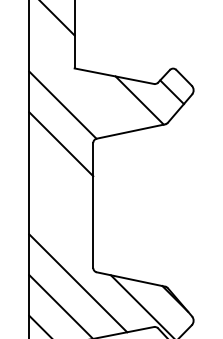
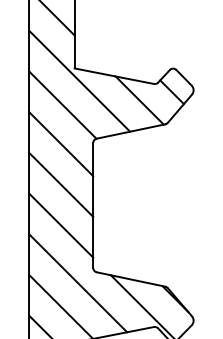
line at (79, 80): none -> present
line at (61, 184): none -> present
line at (61, 225): none -> present
